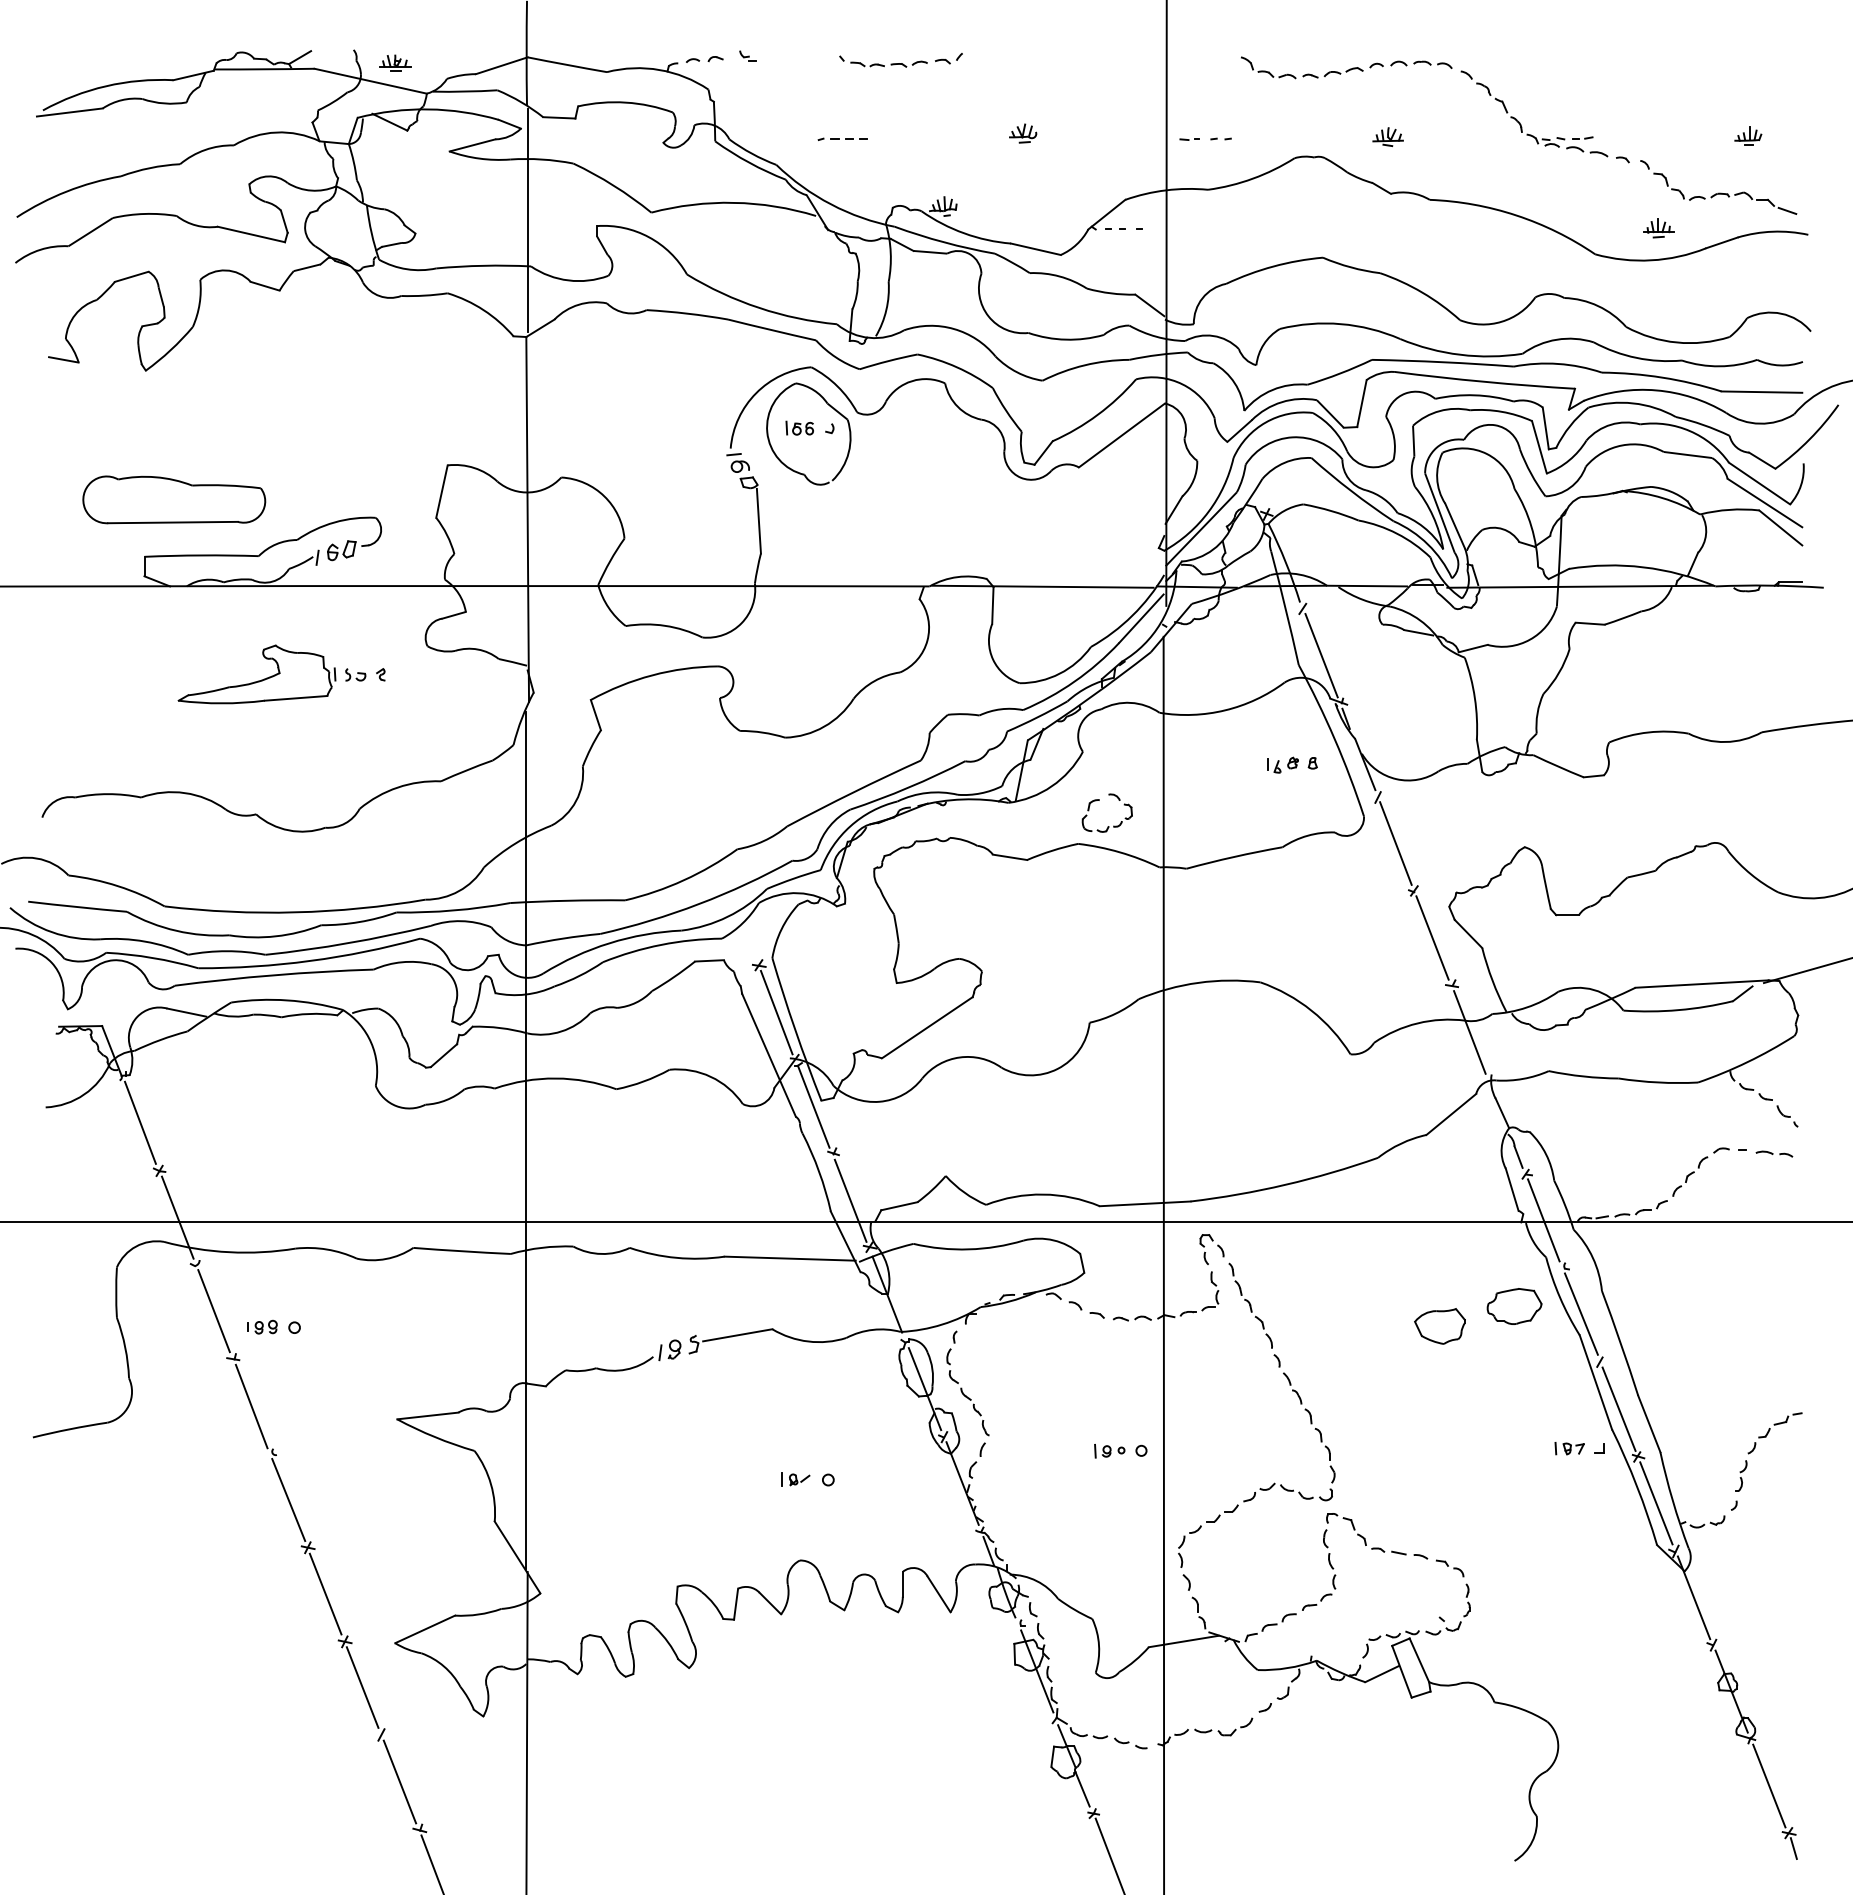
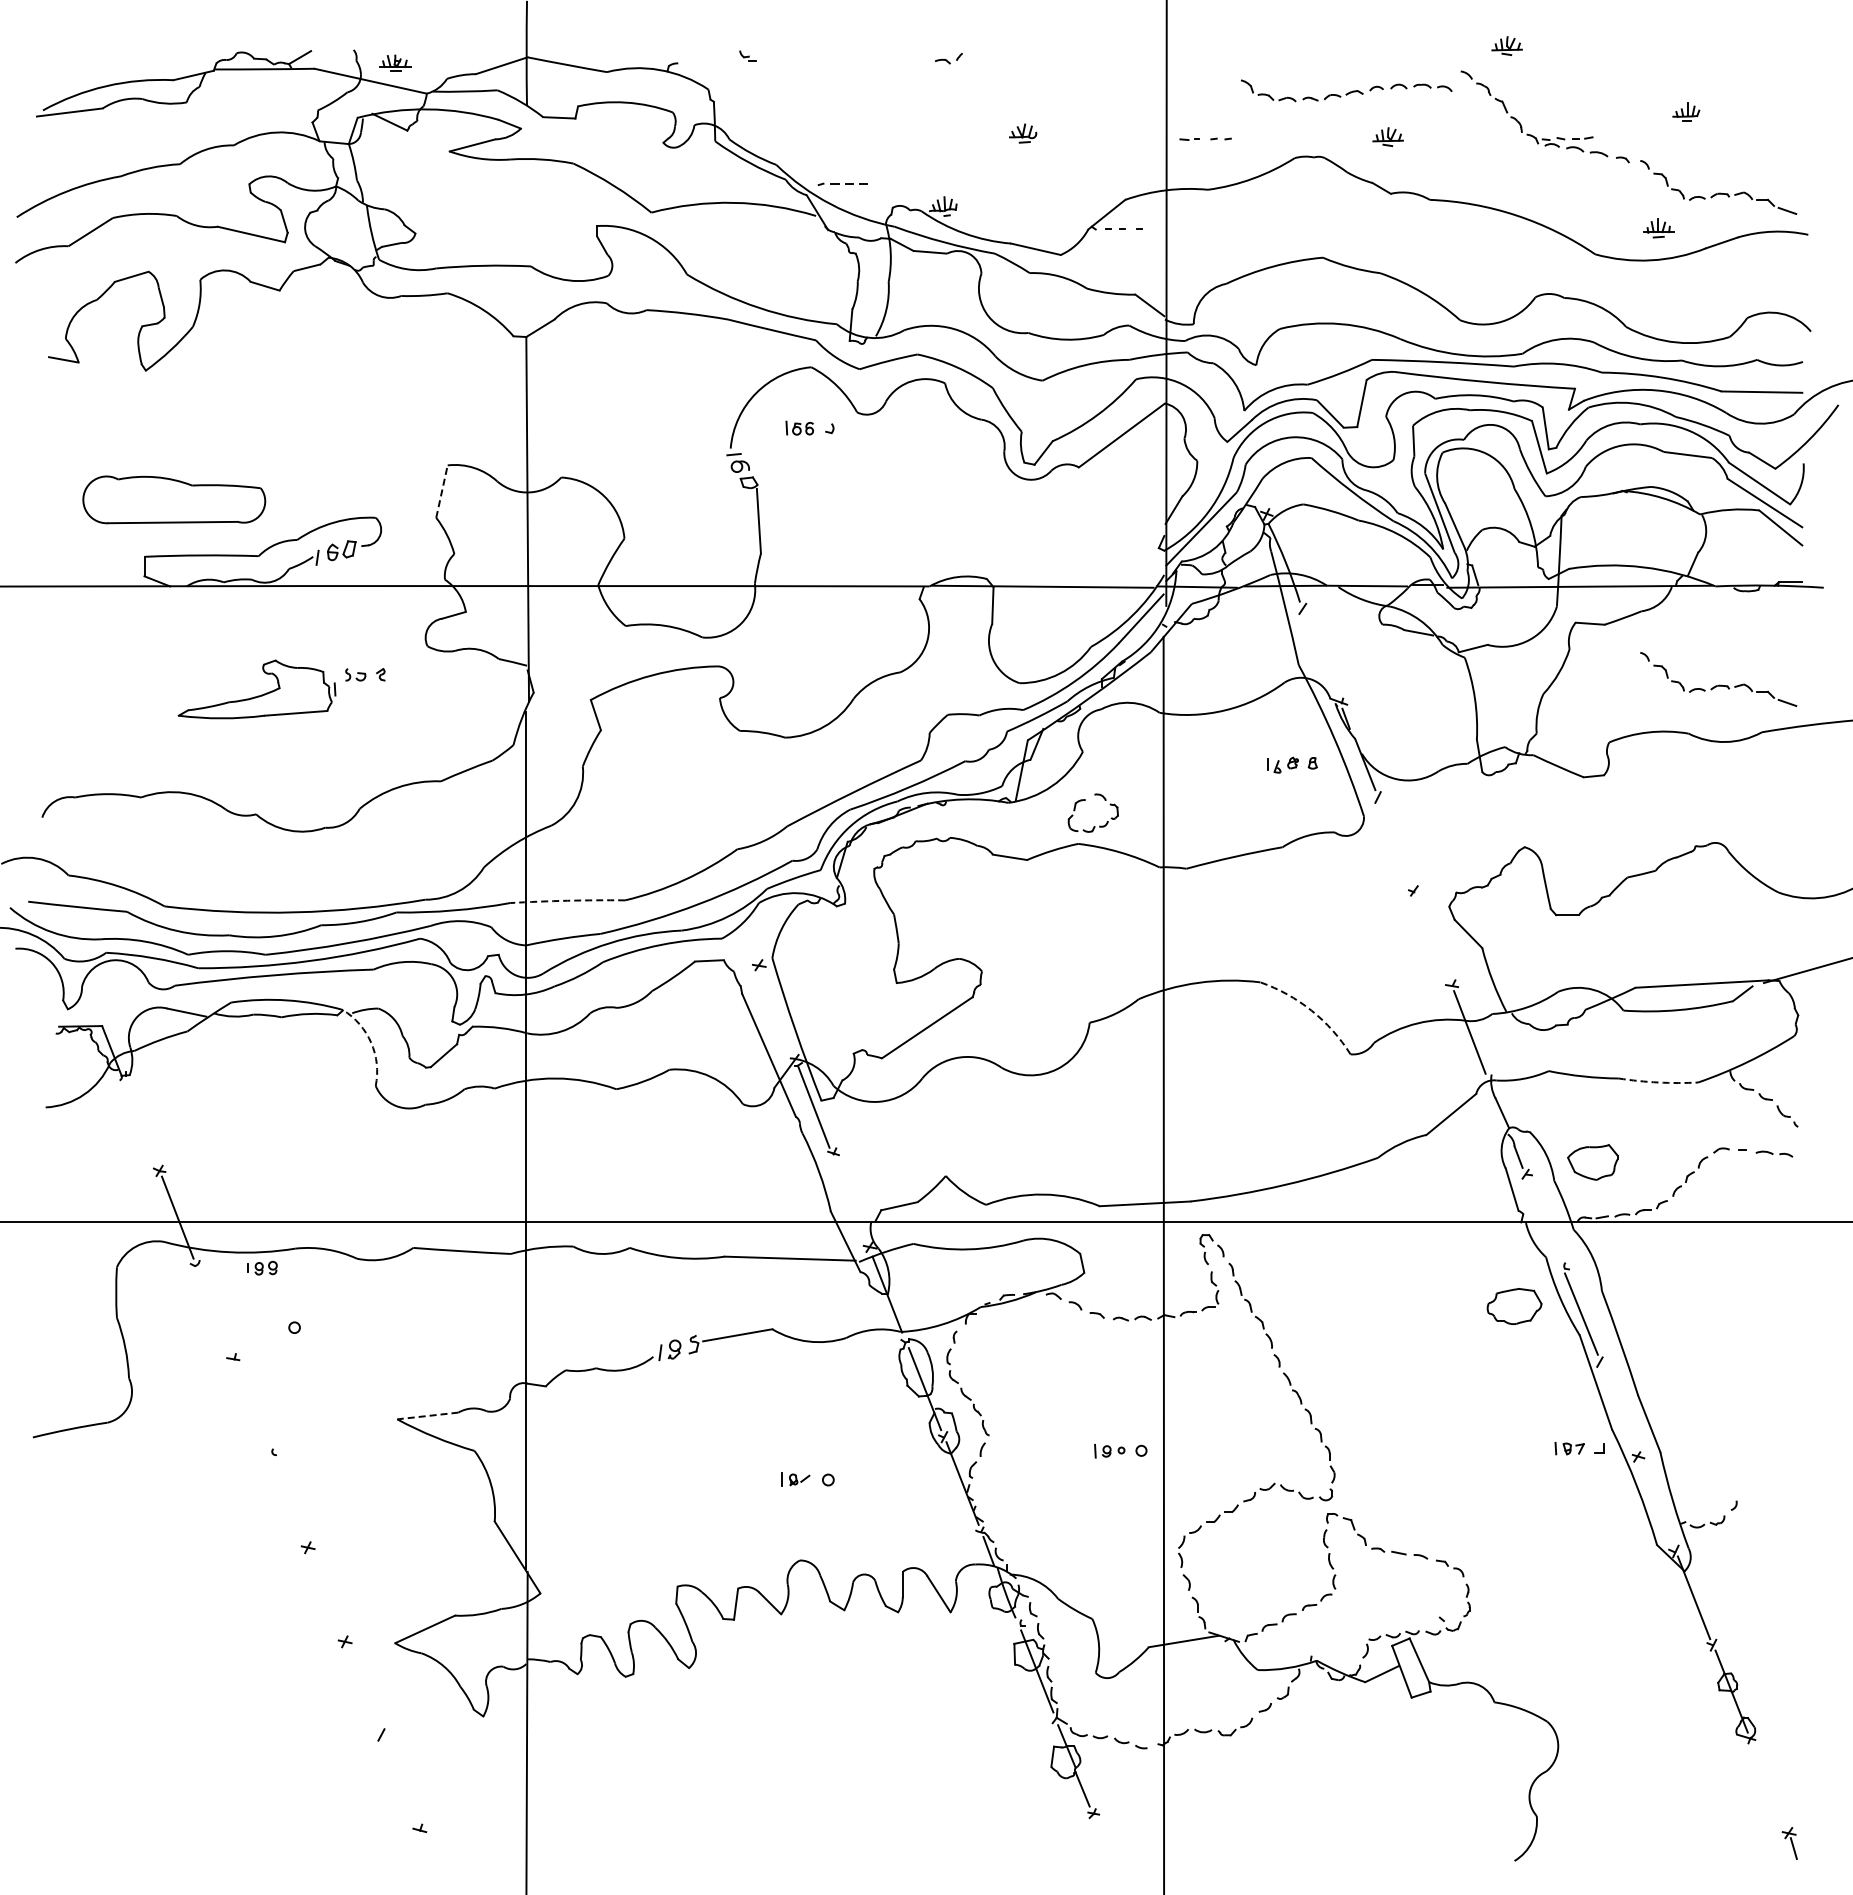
part at (1506, 45): none -> present
part at (704, 59): present -> none
part at (883, 61): present -> none
part at (1346, 67) position: (1346, 67) -> (1346, 90)
part at (1748, 135) position: (1748, 135) -> (1686, 111)
part at (842, 138) position: (842, 138) -> (842, 183)
line at (528, 220): present -> none
part at (830, 407): present -> none
line at (441, 491): solid -> dashed
line at (1321, 655): present -> none
part at (1718, 679): none -> present
part at (257, 680) position: (257, 680) -> (257, 695)
part at (1099, 800) position: (1099, 800) -> (1085, 800)
line at (1395, 843): present -> none
arc at (567, 900): solid -> dashed
line at (1432, 937): present -> none
arc at (1311, 1010): solid -> dashed
line at (776, 1012): present -> none
arc at (371, 1042): solid -> dashed
arc at (1658, 1082): solid -> dashed
line at (140, 1122): present -> none
line at (850, 1200): present -> none
line at (1543, 1220): present -> none
line at (213, 1311): present -> none
part at (262, 1326) position: (262, 1326) -> (262, 1267)
part at (1439, 1326) position: (1439, 1326) -> (1592, 1162)
line at (251, 1406): present -> none
line at (1618, 1408): present -> none
line at (427, 1415): solid -> dashed
part at (1755, 1448): present -> none
line at (288, 1500): present -> none
line at (1656, 1503): present -> none
line at (325, 1593): present -> none
line at (362, 1687): present -> none
line at (399, 1781): present -> none
line at (1769, 1785): present -> none
line at (1109, 1854): present -> none
line at (431, 1863): present -> none
